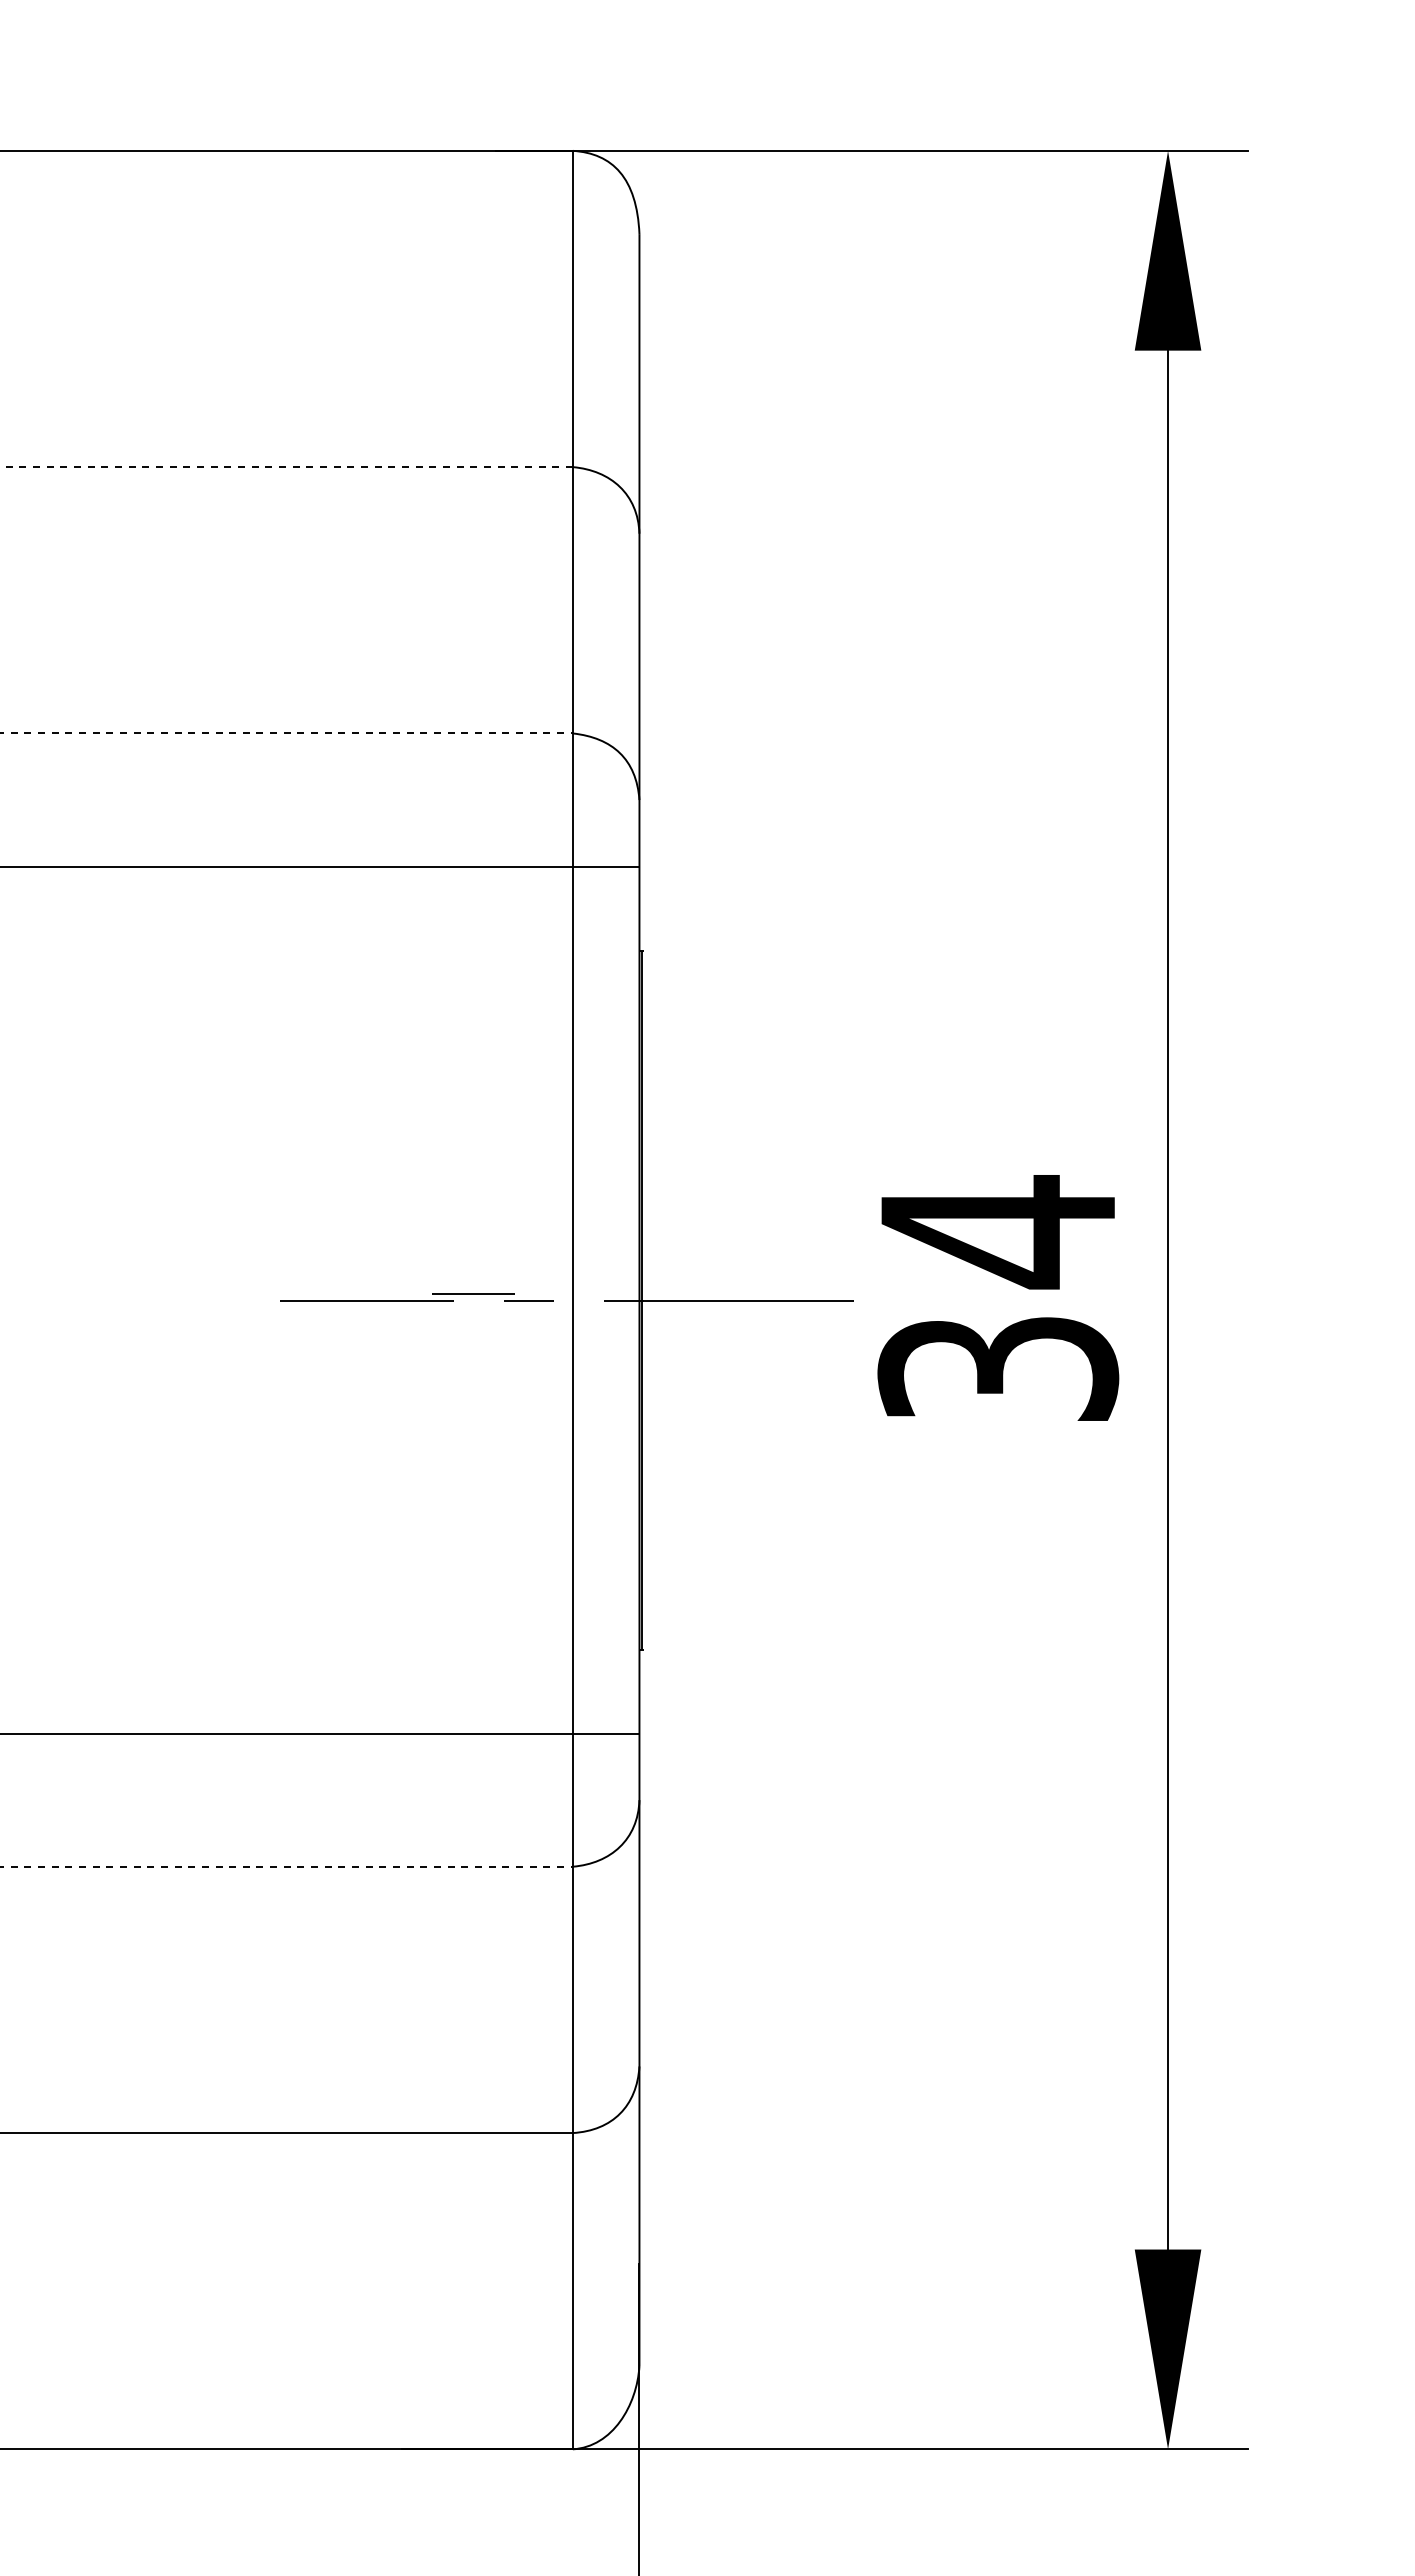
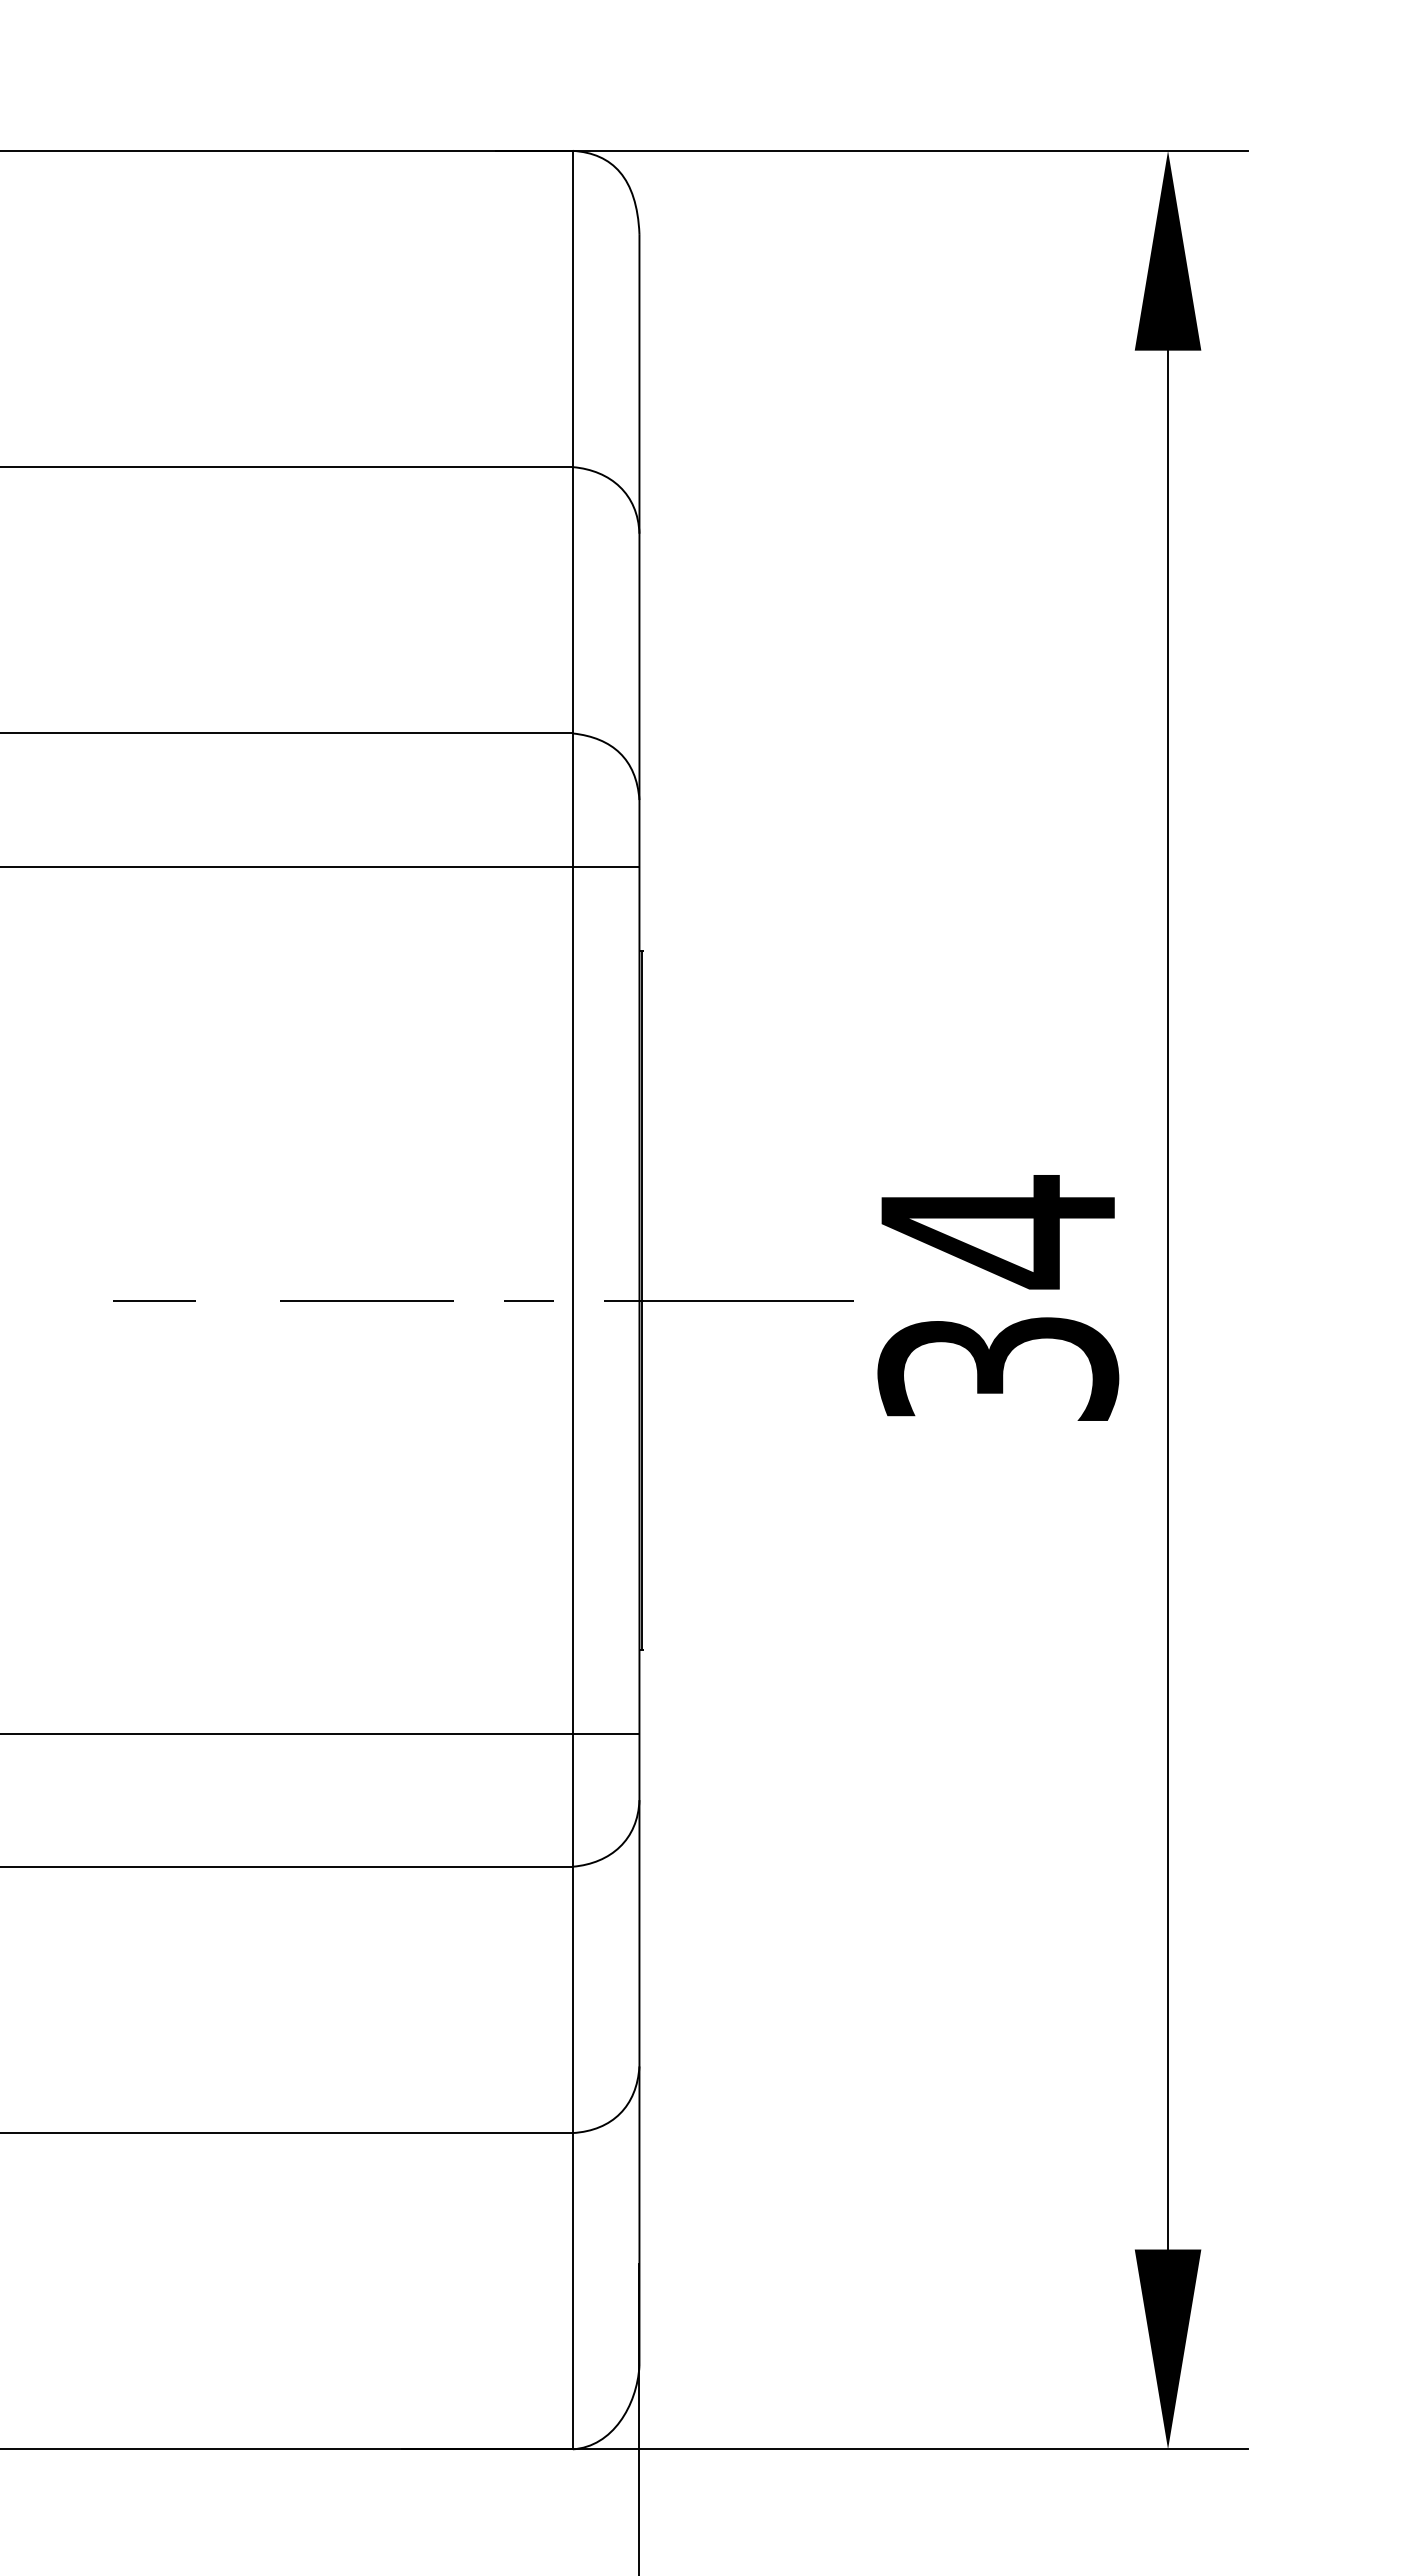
line at (286, 467): dashed -> solid
line at (287, 733): dashed -> solid
line at (473, 1293) position: (473, 1293) -> (154, 1300)
line at (287, 1866): dashed -> solid
